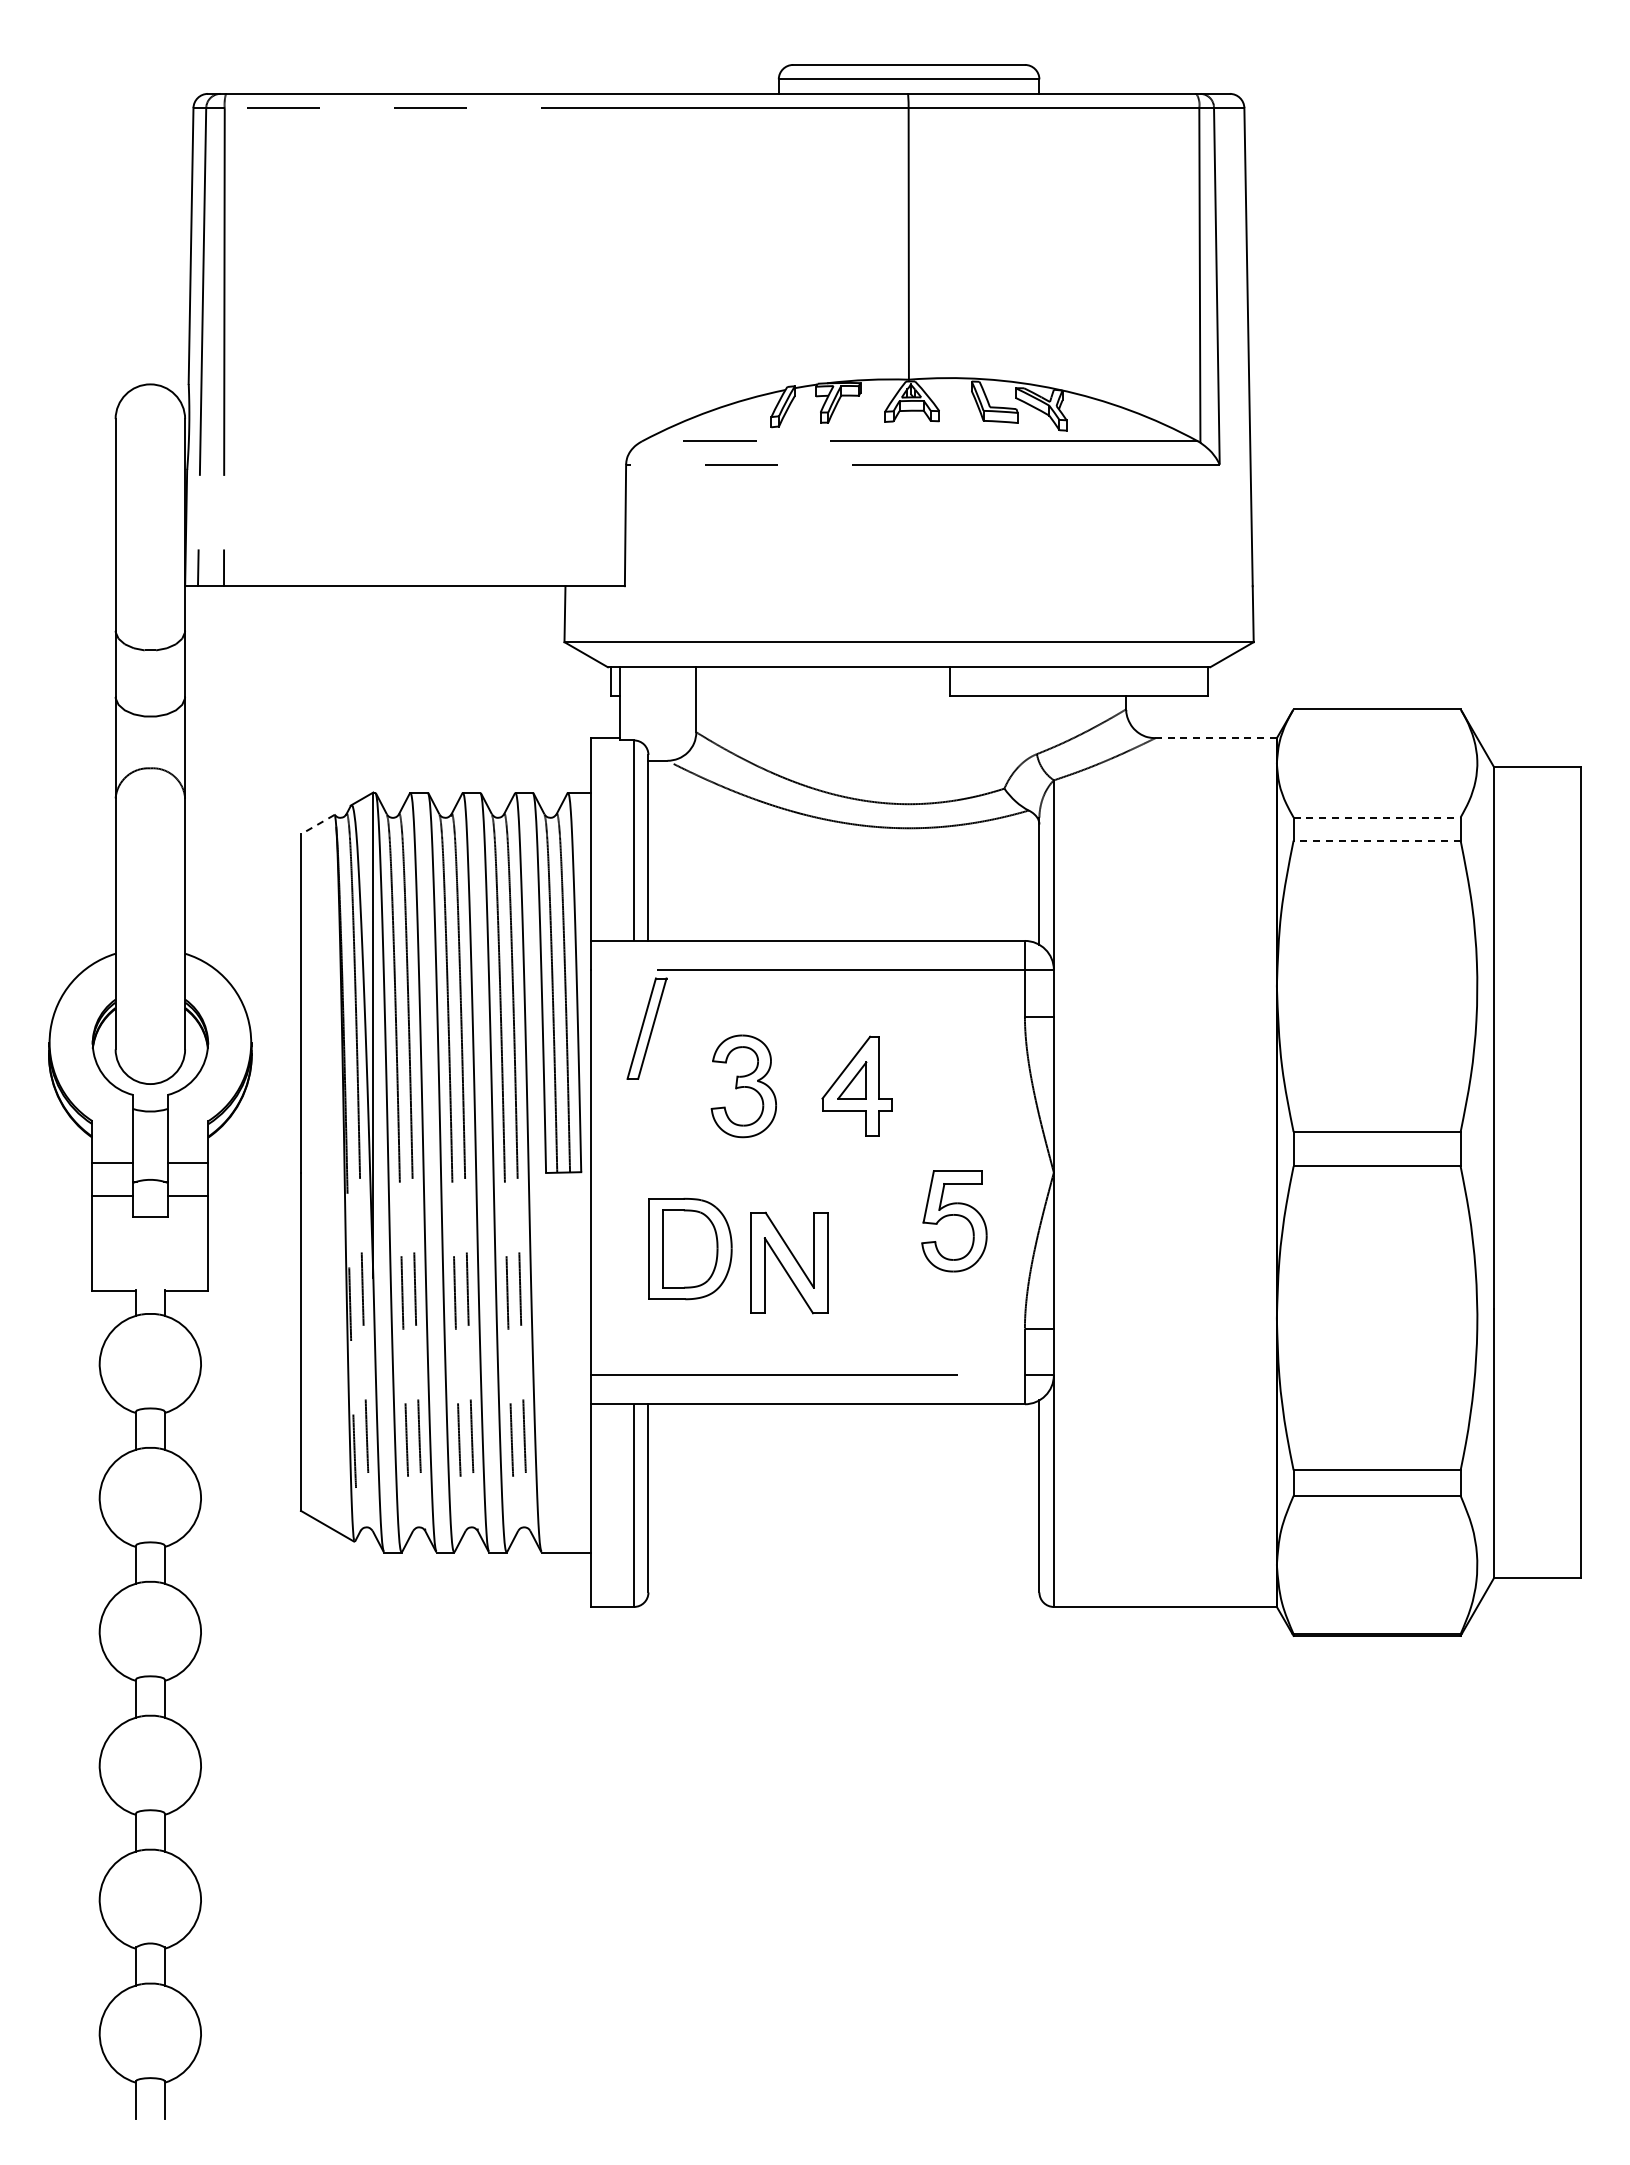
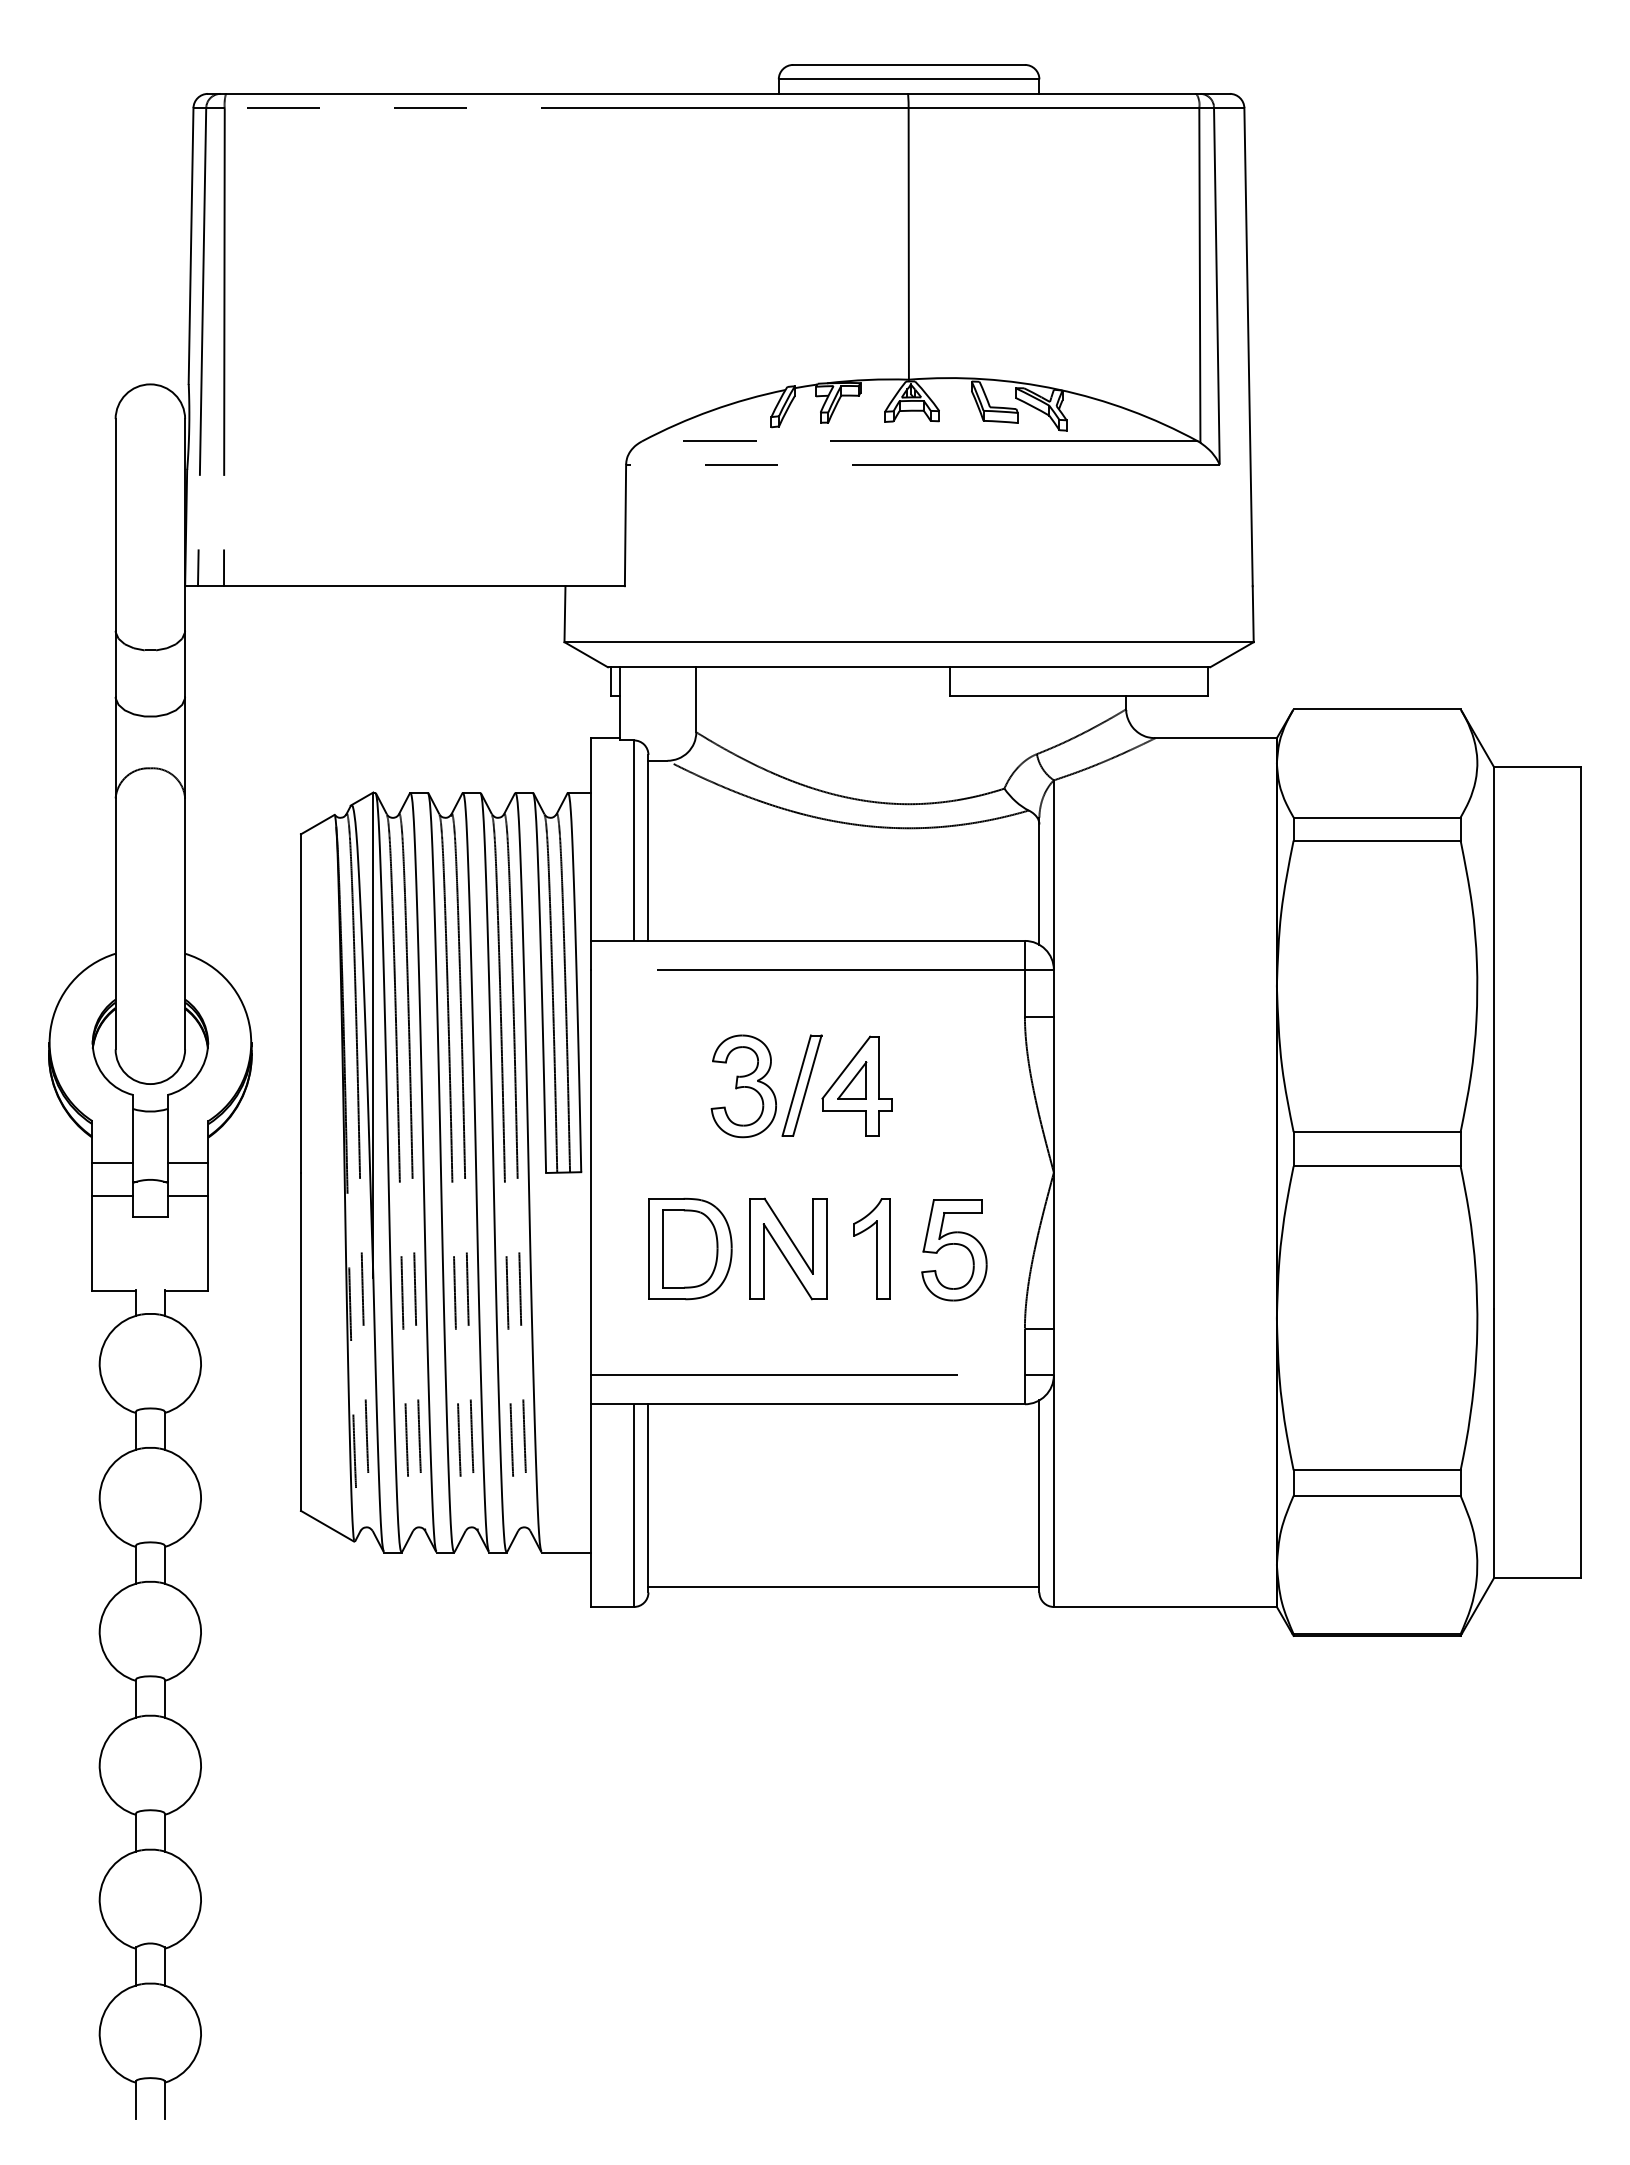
line at (1216, 738): dashed -> solid
line at (1377, 817): dashed -> solid
line at (317, 824): dashed -> solid
line at (1377, 840): dashed -> solid
part at (646, 1028) position: (646, 1028) -> (801, 1085)
part at (954, 1221) position: (954, 1221) -> (954, 1250)
part at (871, 1248): none -> present
part at (789, 1262) position: (789, 1262) -> (788, 1248)
line at (843, 1586): none -> present
